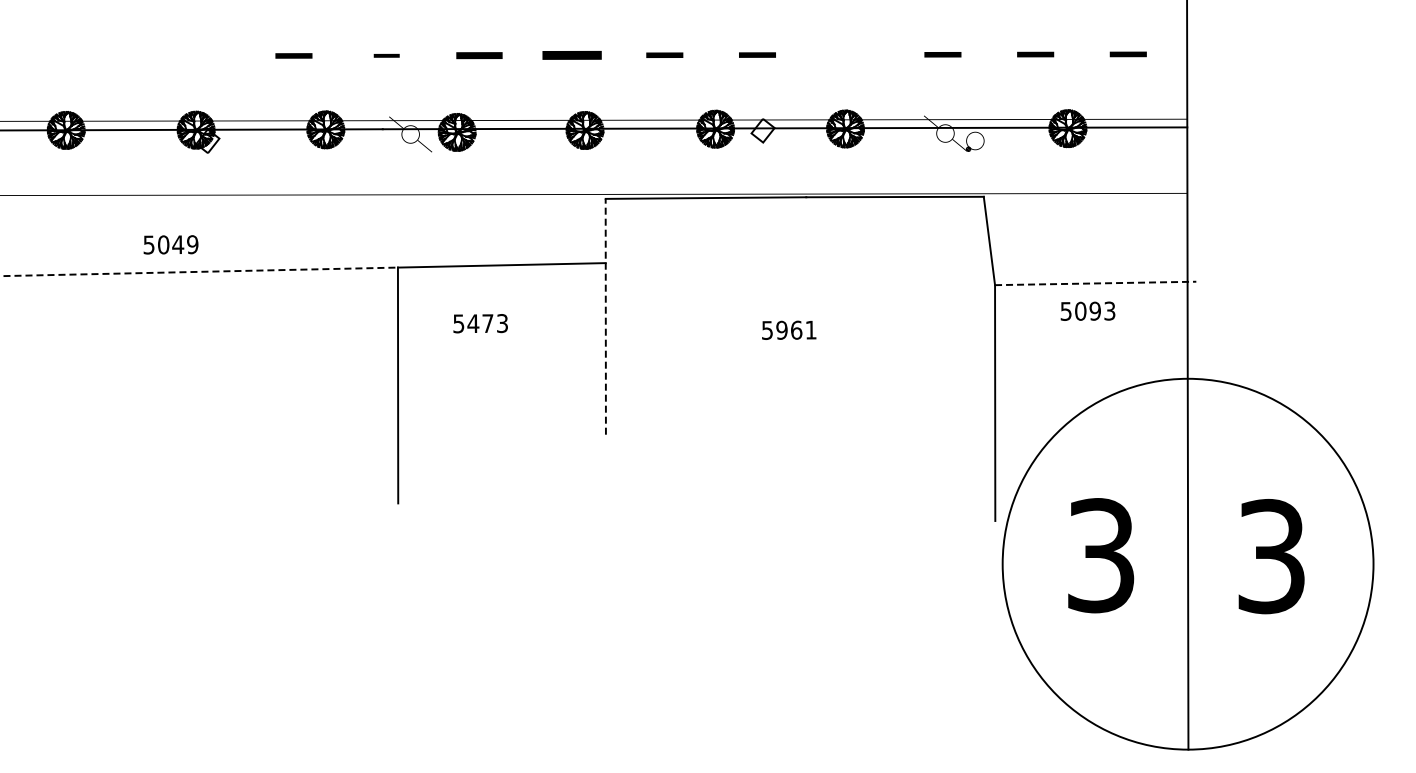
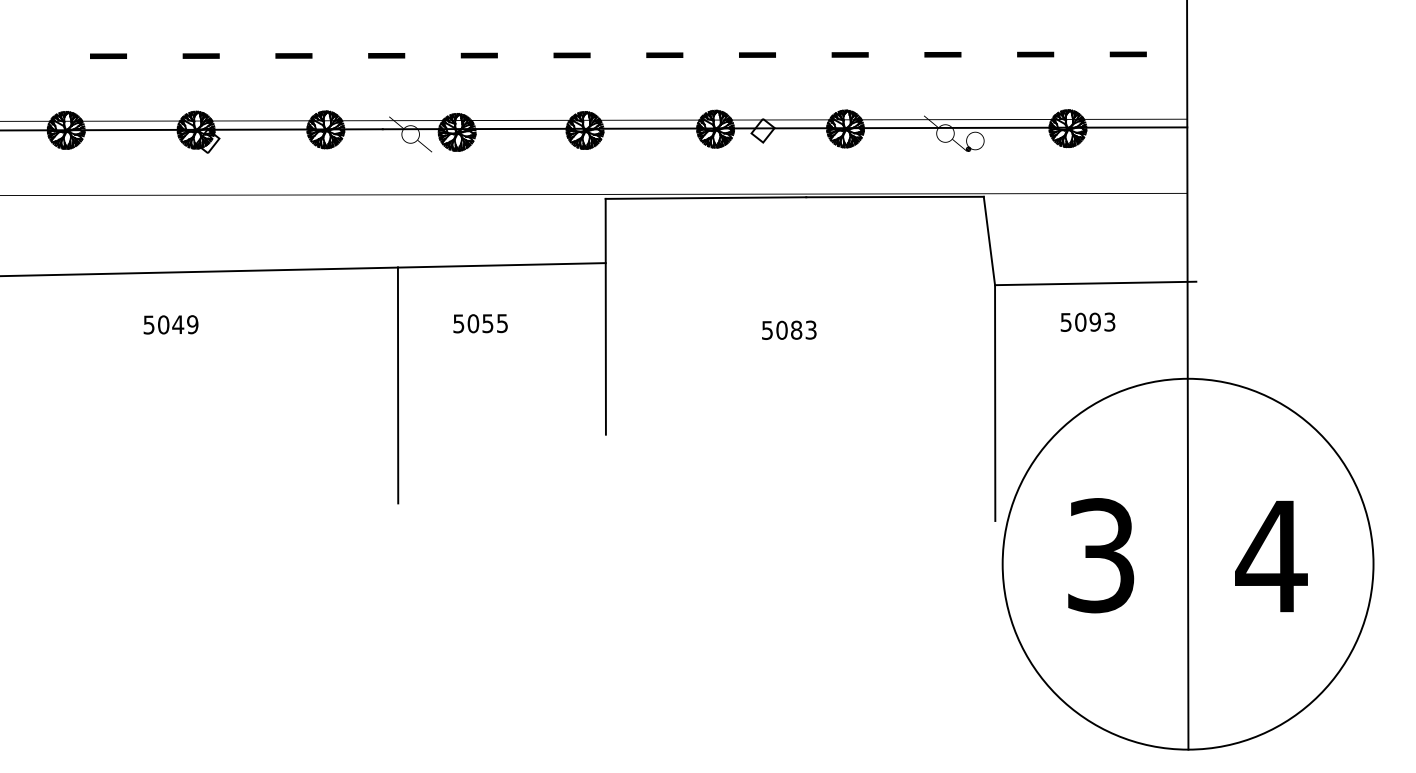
part at (849, 54): none -> present
part at (108, 55): none -> present
part at (200, 55): none -> present
part at (386, 55) size: 27x5 px -> 38x6 px
part at (479, 55) size: 47x8 px -> 38x7 px
part at (571, 55) size: 60x9 px -> 38x7 px
text at (170, 244) position: (170, 244) -> (170, 324)
line at (199, 271): dashed -> solid
line at (1095, 283): dashed -> solid
text at (1087, 310) position: (1087, 310) -> (1087, 321)
line at (605, 316): dashed -> solid
text at (487, 323): 5473 -> 5055
text at (796, 329): 5961 -> 5083
text at (1271, 556): 3 -> 4
